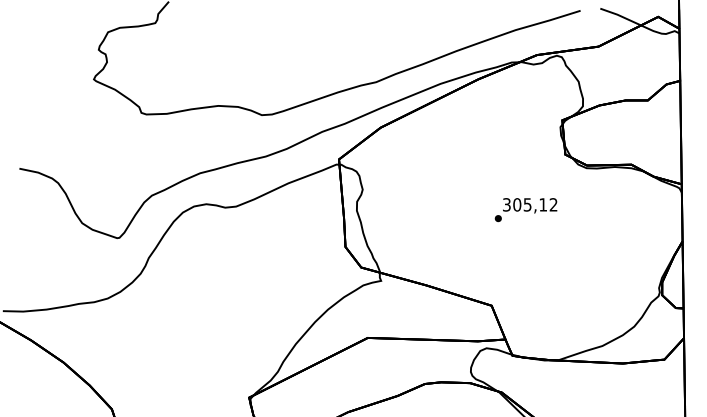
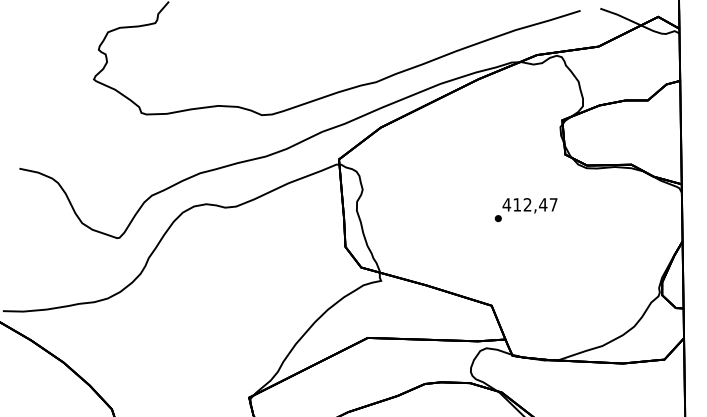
text at (529, 204): 305,12 -> 412,47
